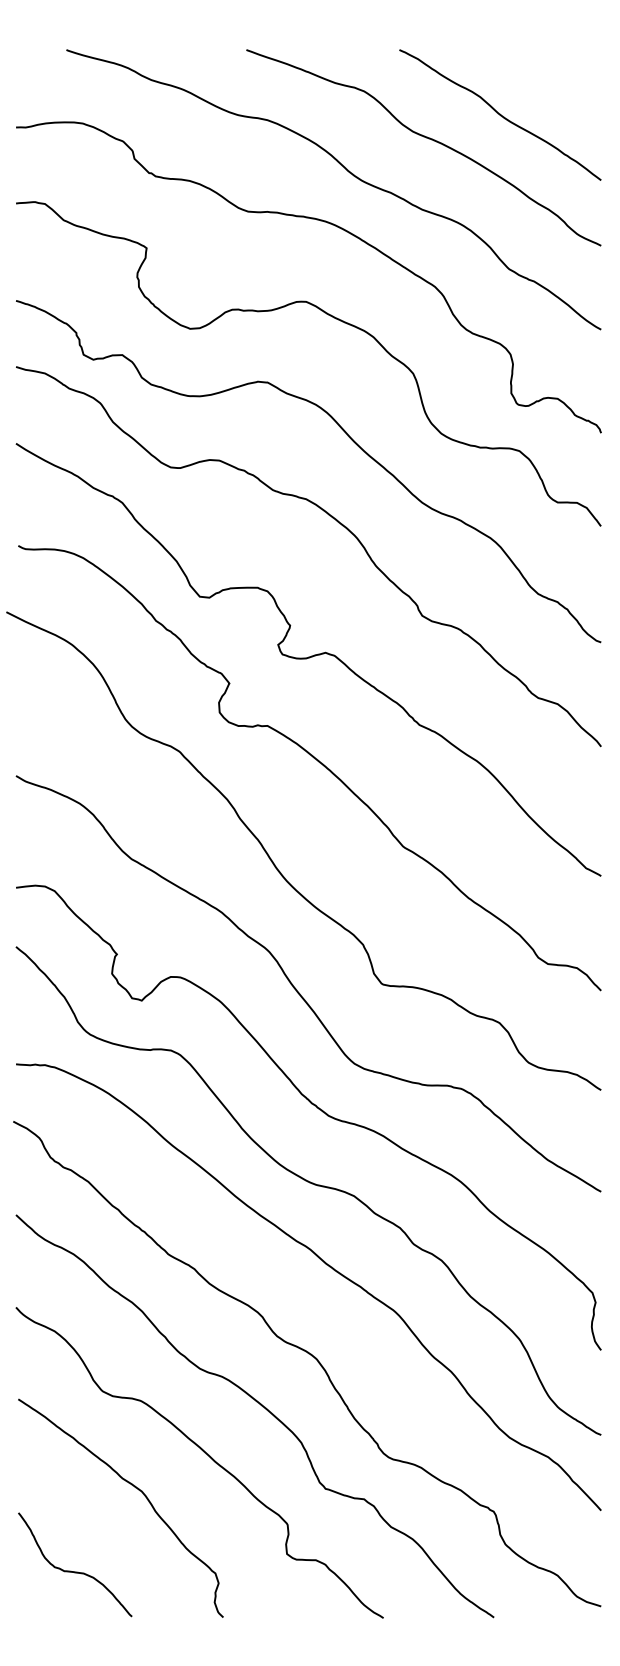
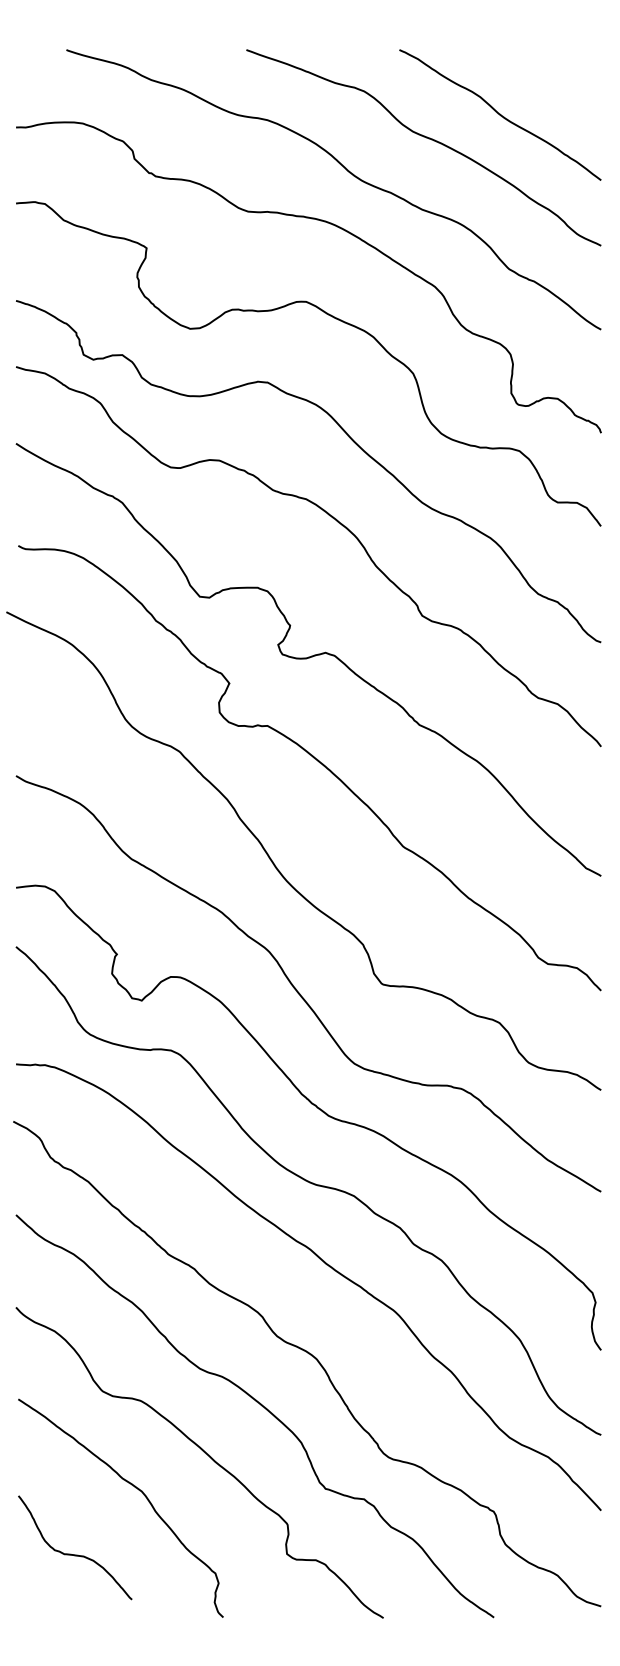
curve at (75, 1571) position: (75, 1571) -> (75, 1554)
